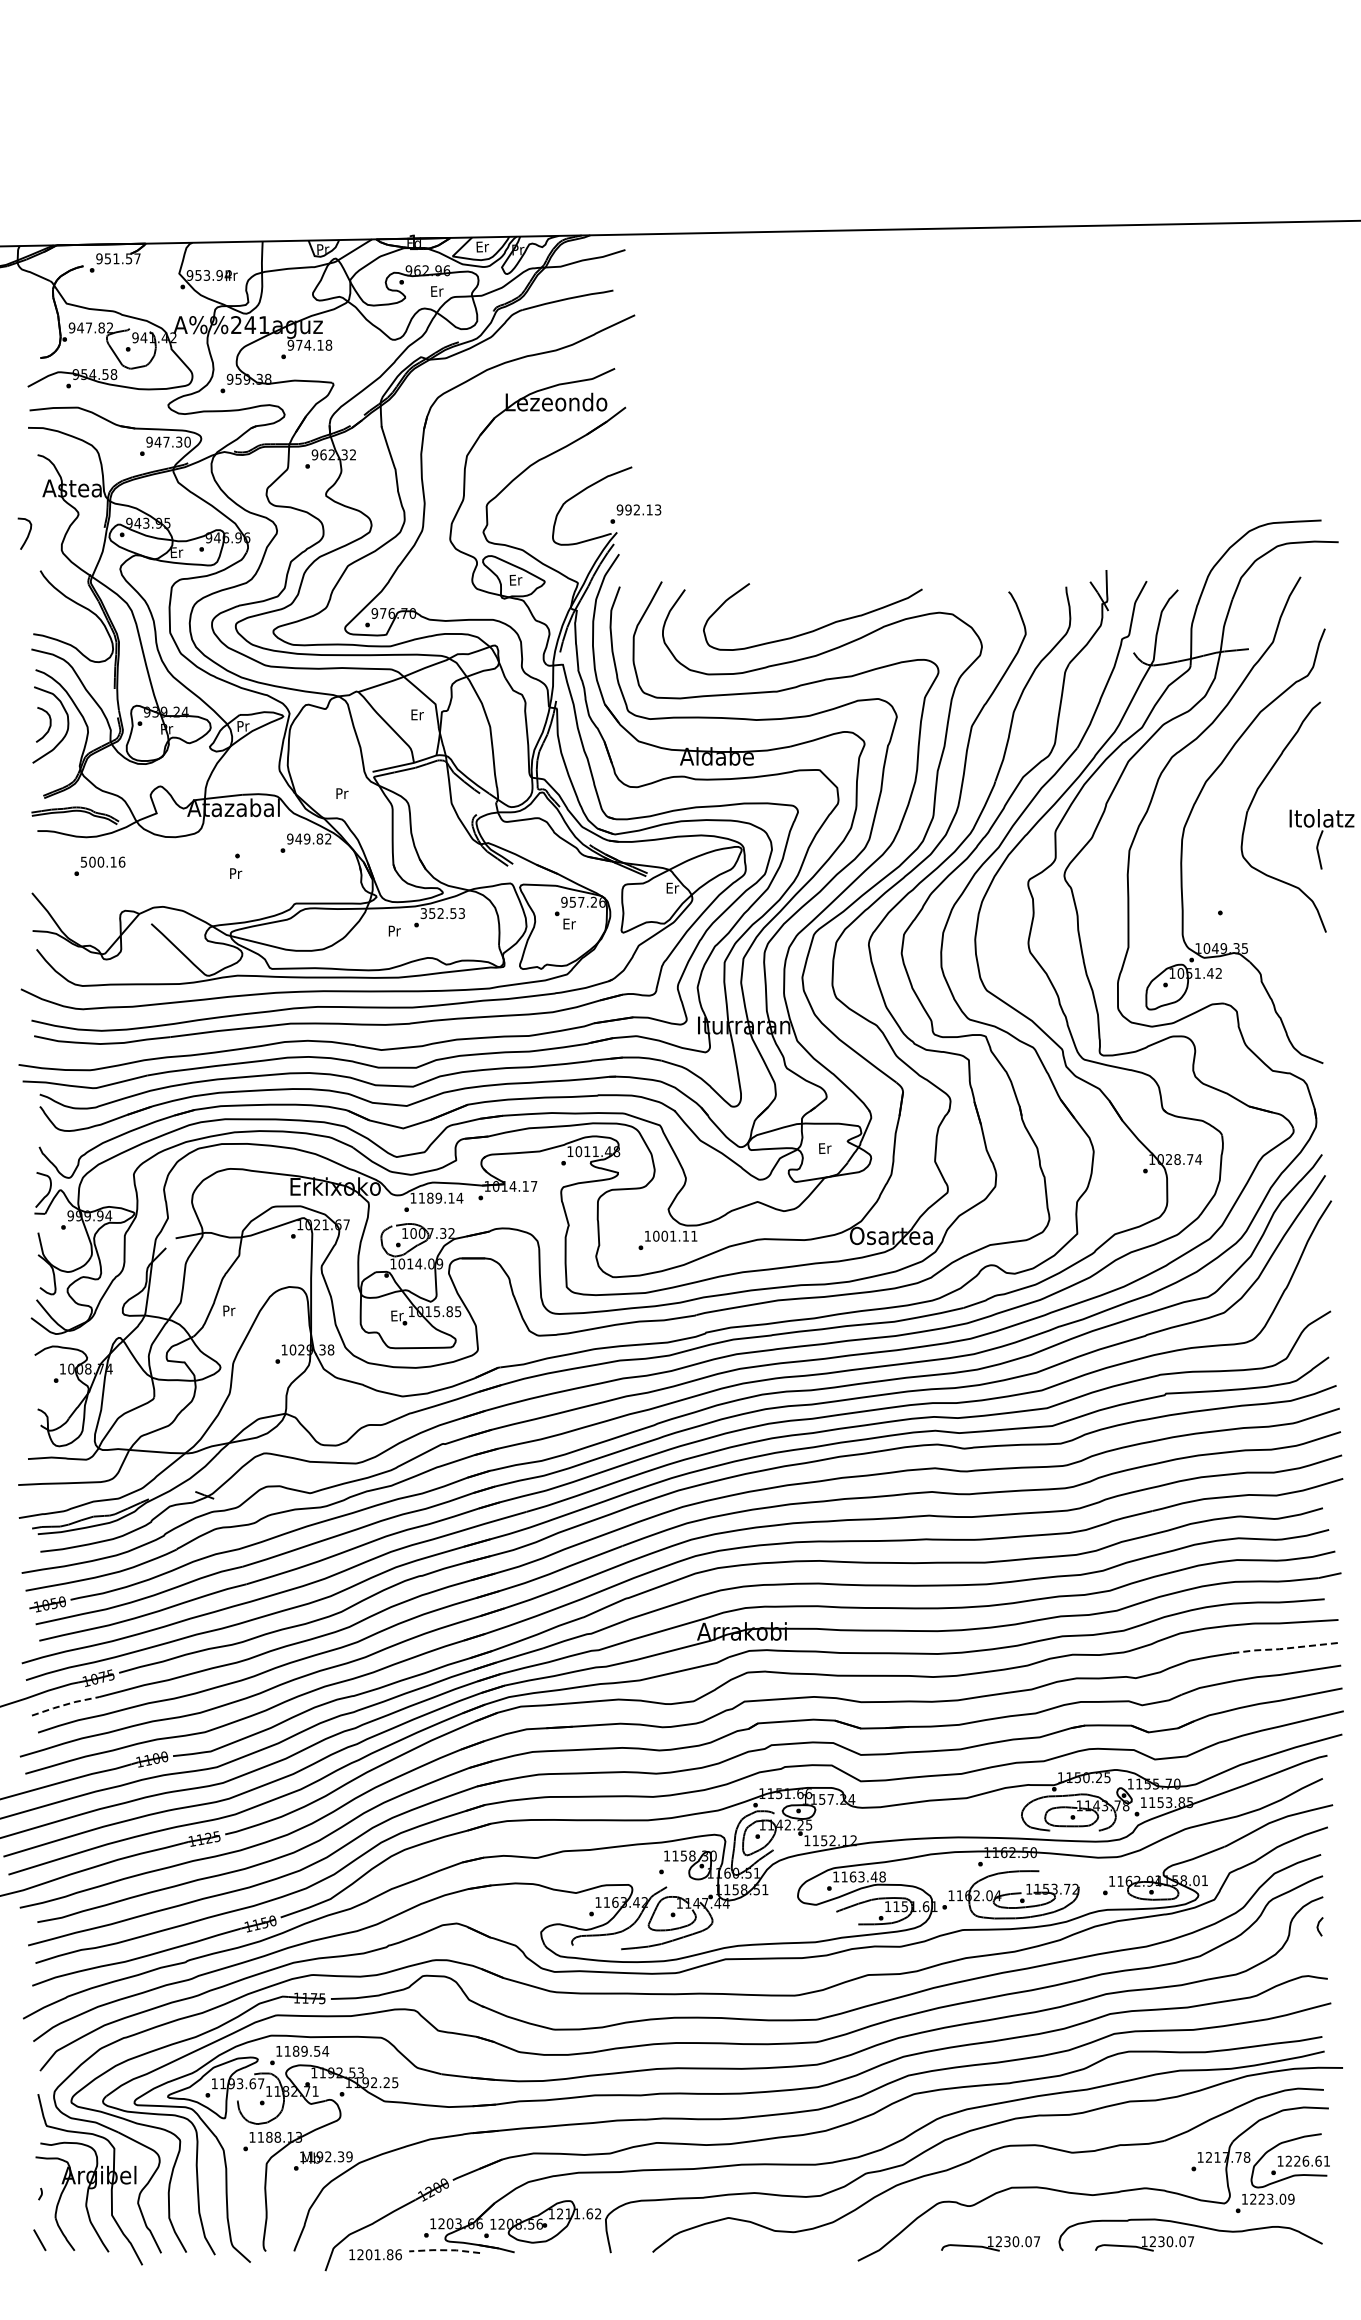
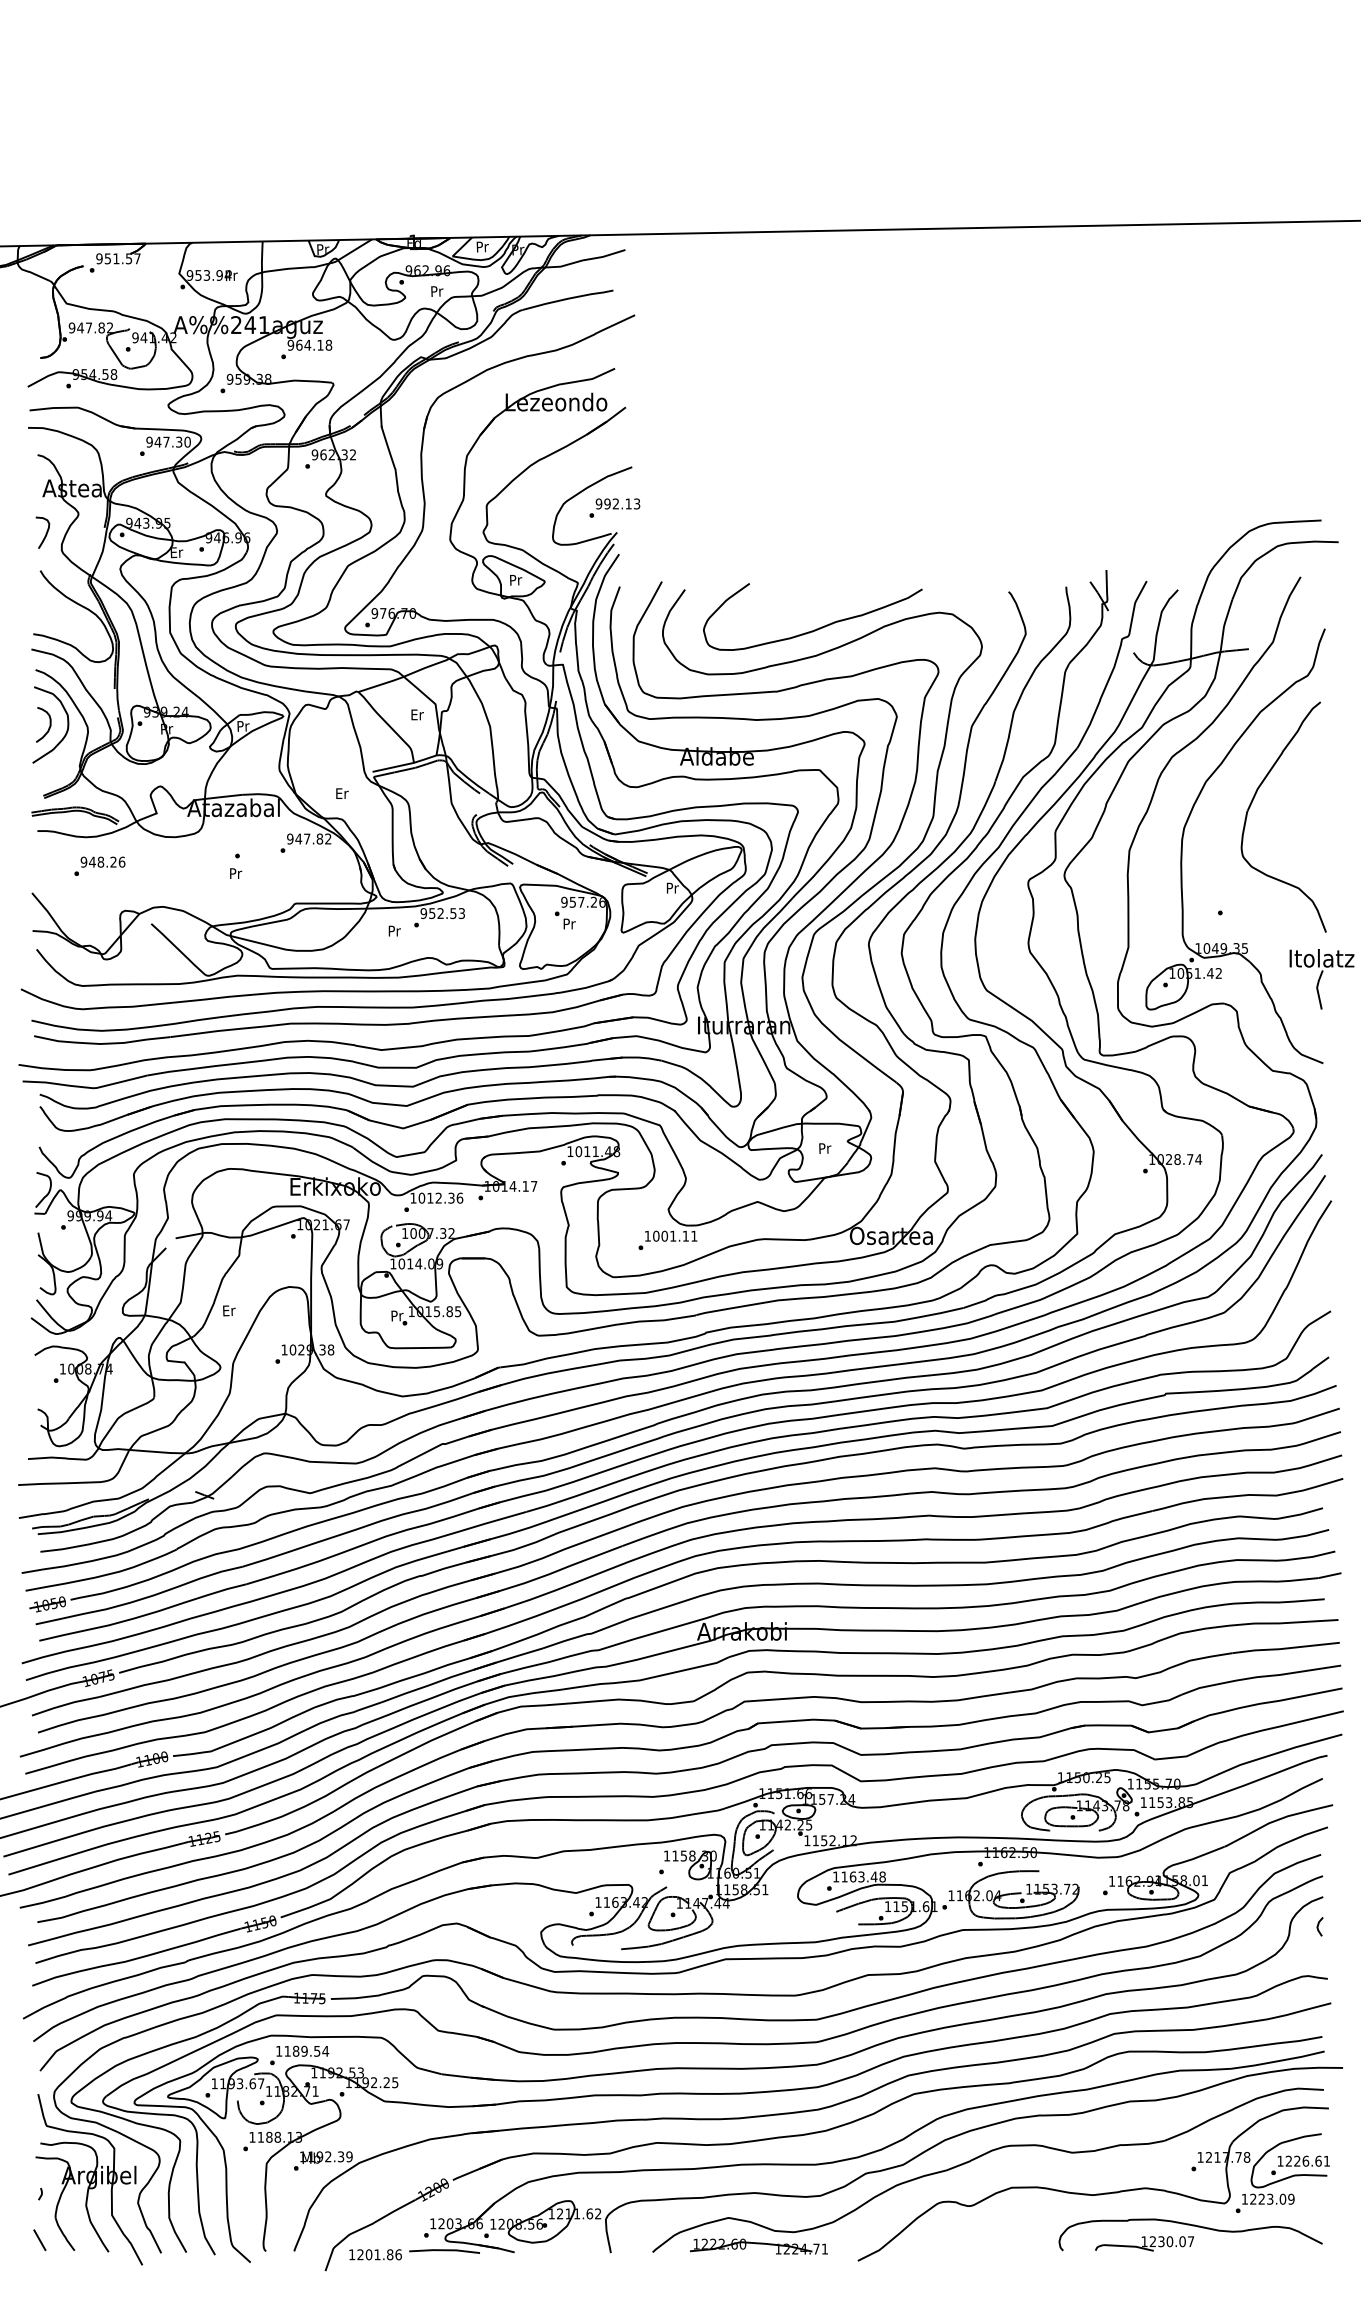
text at (482, 246): Er -> Pr
text at (437, 291): Er -> Pr
text at (299, 344): 974.18 -> 964.18
text at (635, 513) position: (635, 513) -> (614, 507)
curve at (27, 534) position: (27, 534) -> (45, 533)
text at (515, 579): Er -> Pr
text at (342, 793): Pr -> Er
text at (306, 838): 949.82 -> 947.82
part at (1321, 839) position: (1321, 839) -> (1321, 979)
text at (98, 861): 500.16 -> 948.26
text at (672, 887): Er -> Pr
text at (423, 913): 352.53 -> 952.53
text at (569, 923): Er -> Pr
text at (825, 1148): Er -> Pr
text at (440, 1197): 1189.14 -> 1012.36
text at (229, 1310): Pr -> Er
text at (397, 1315): Er -> Pr
line at (1285, 1648): dashed -> solid
line at (65, 1704): dashed -> solid
part at (990, 2243): present -> none
part at (758, 2246): none -> present
line at (444, 2250): dashed -> solid
